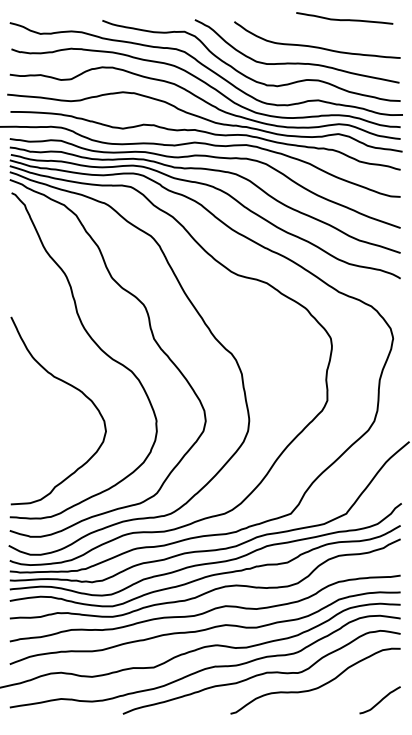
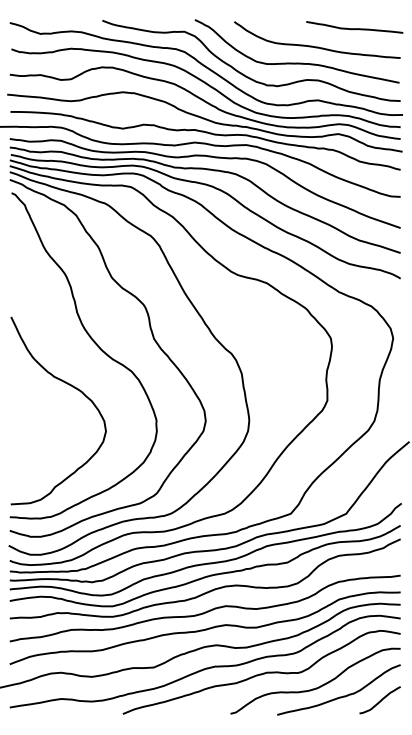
curve at (344, 19) position: (344, 19) -> (354, 28)
curve at (339, 696): none -> present
